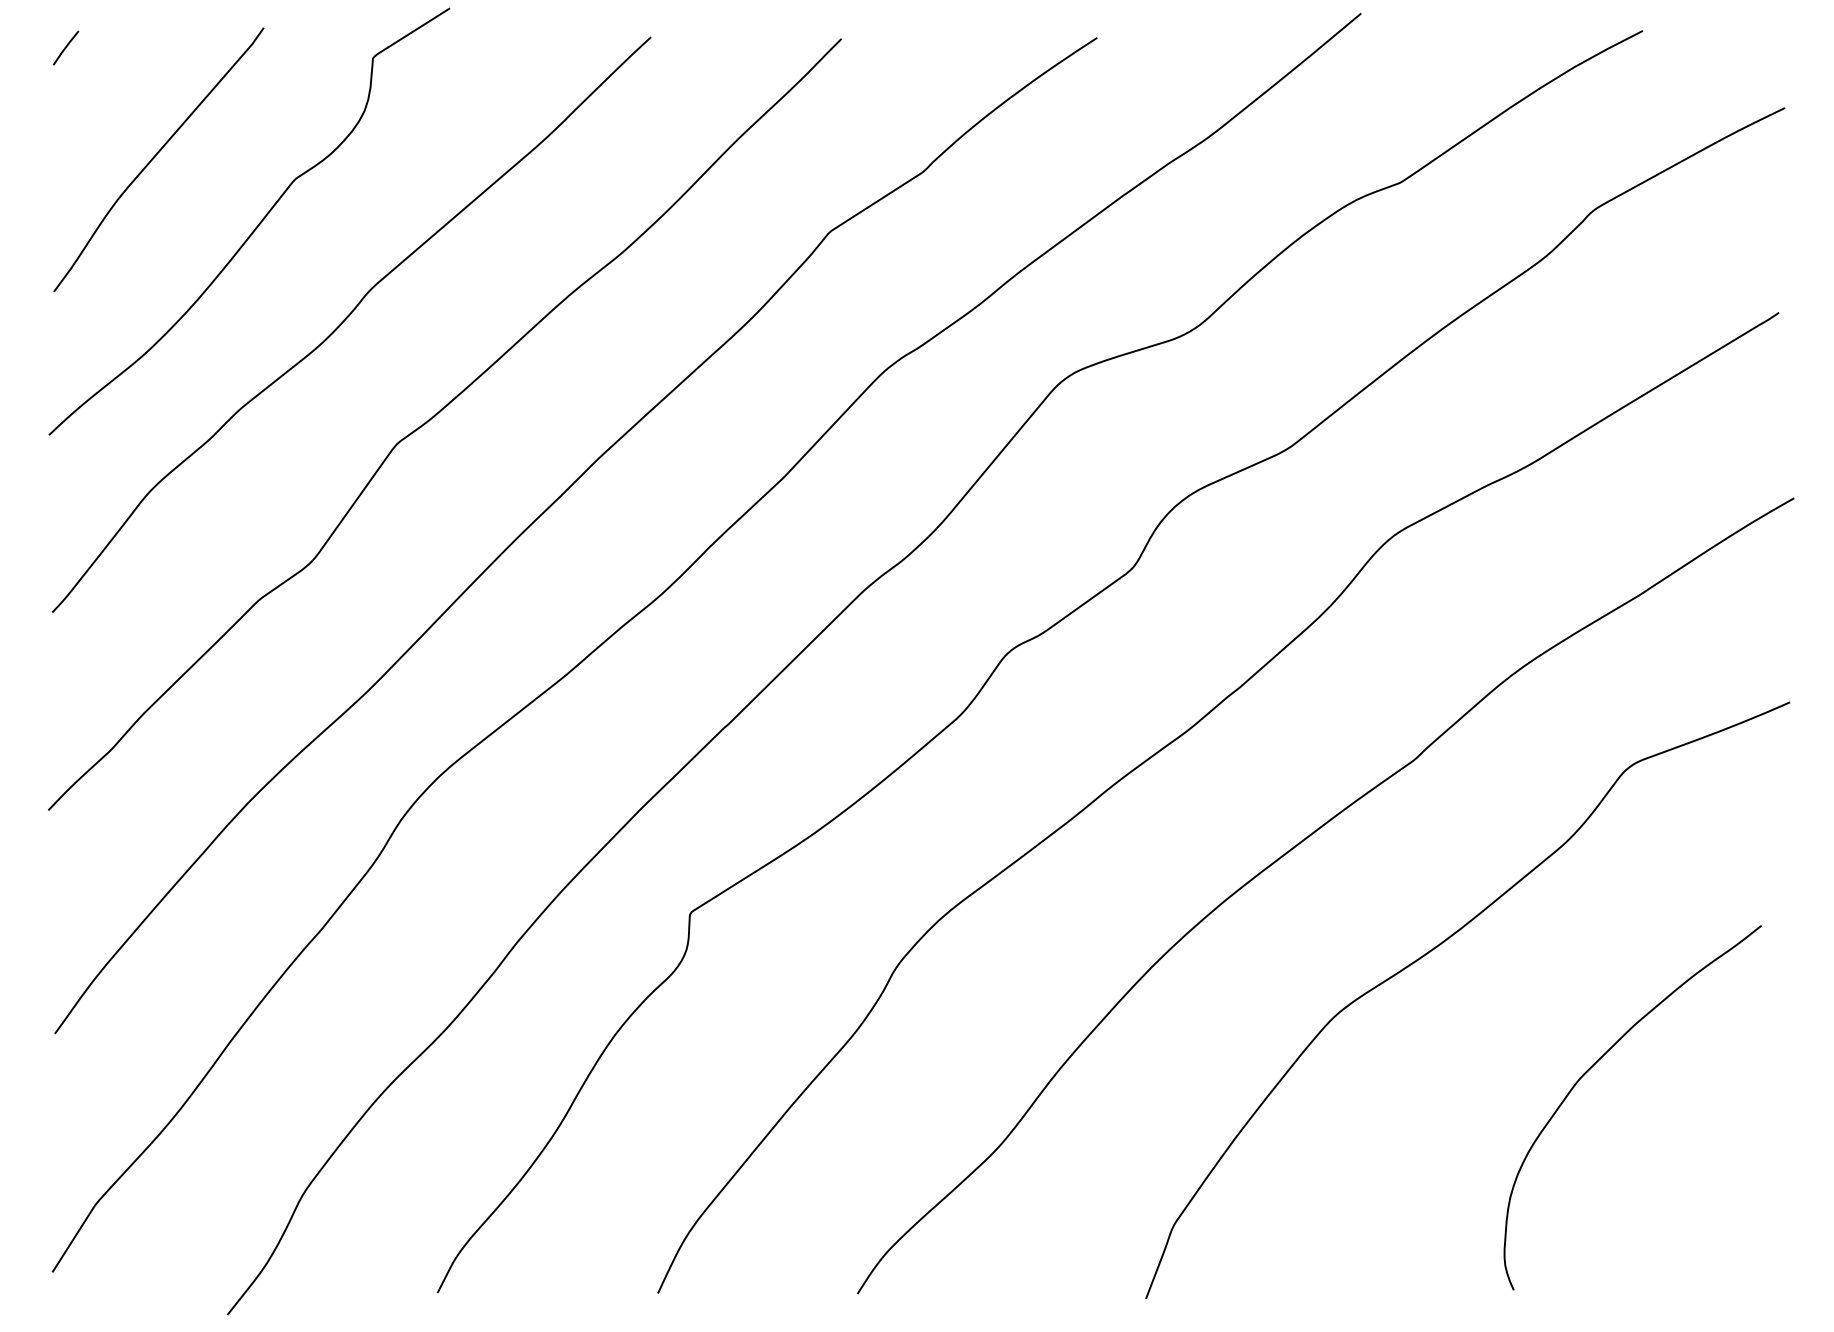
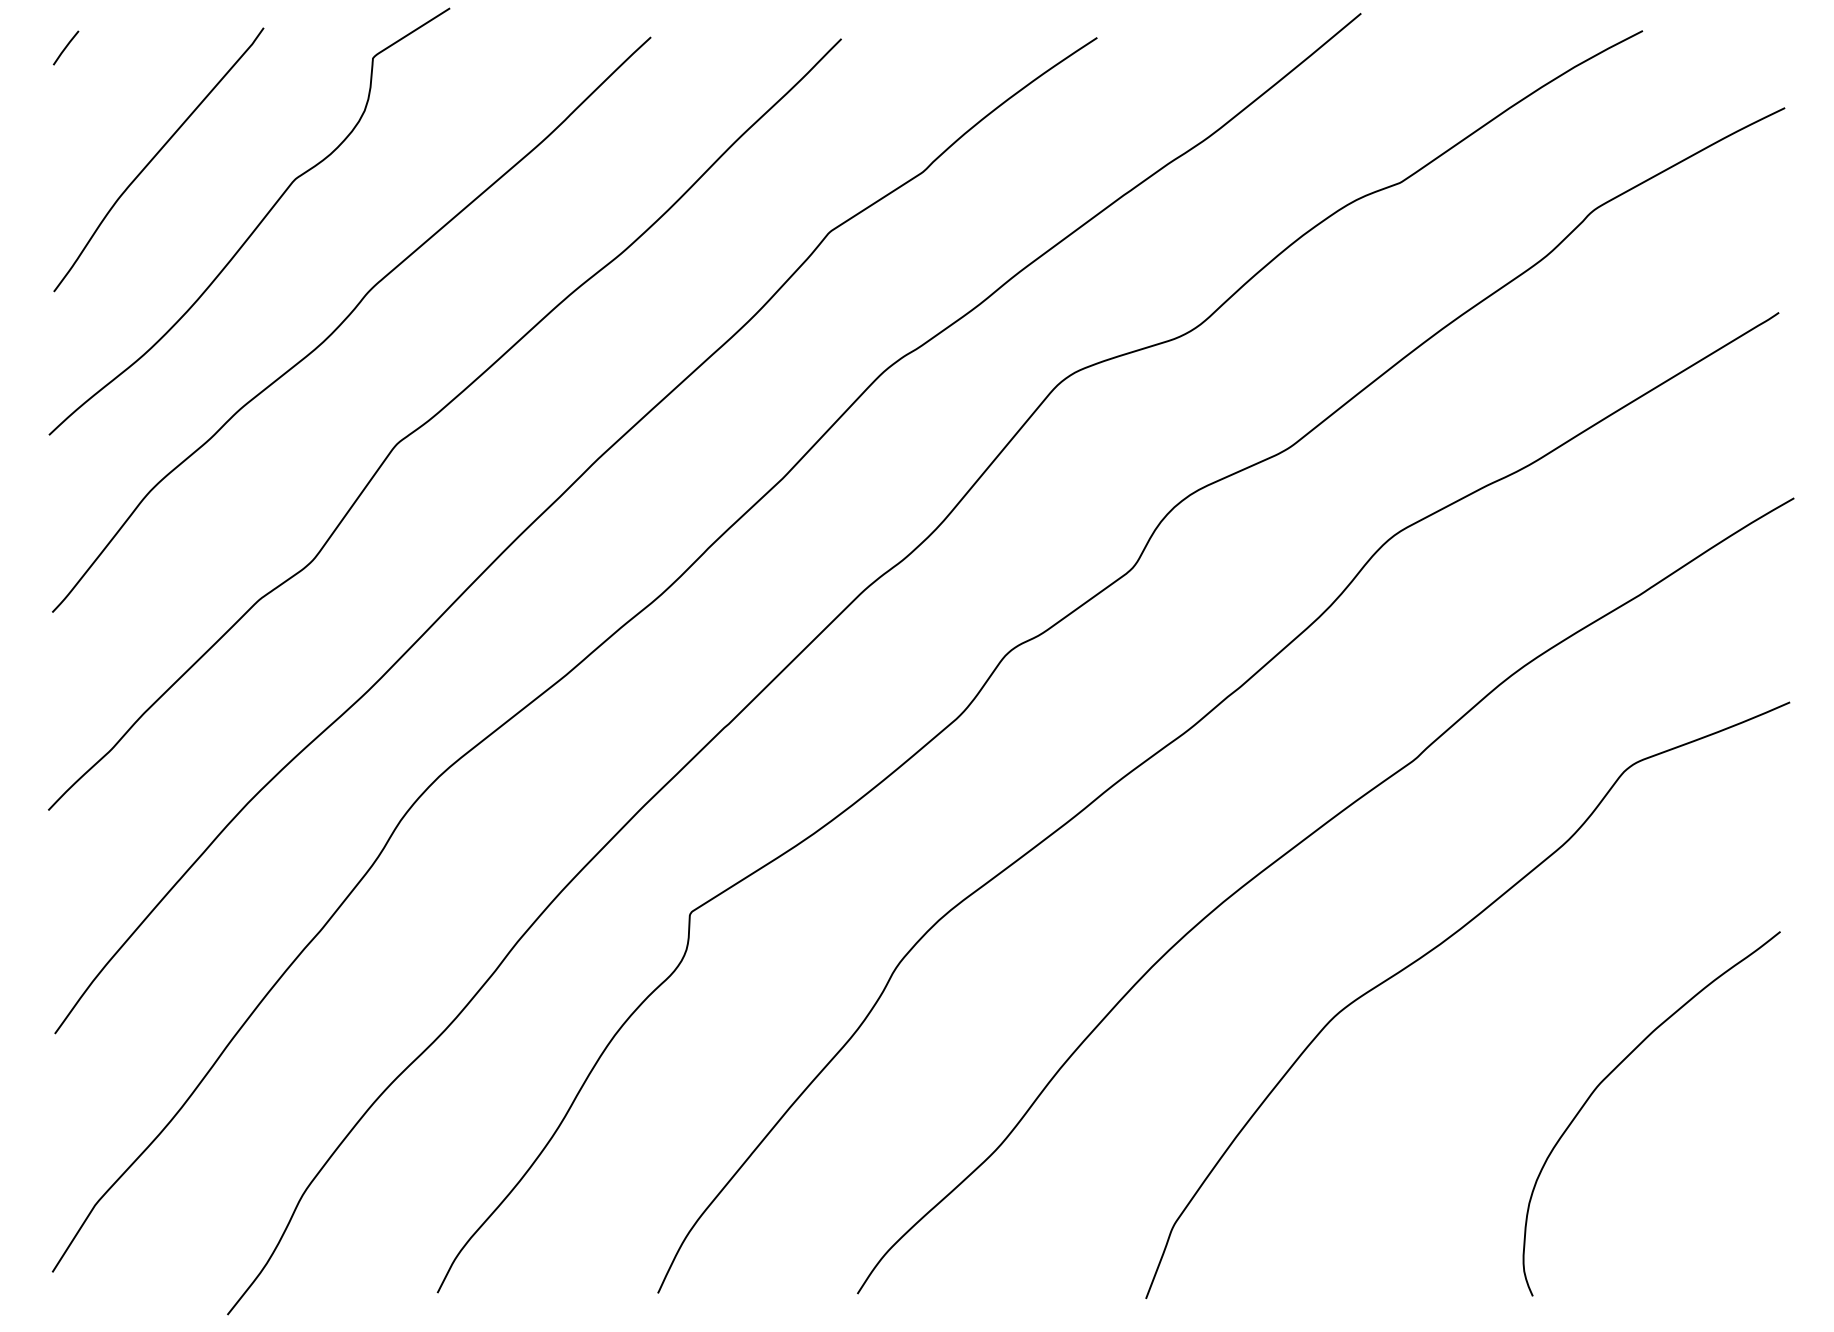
curve at (1592, 1067) position: (1592, 1067) -> (1611, 1073)
